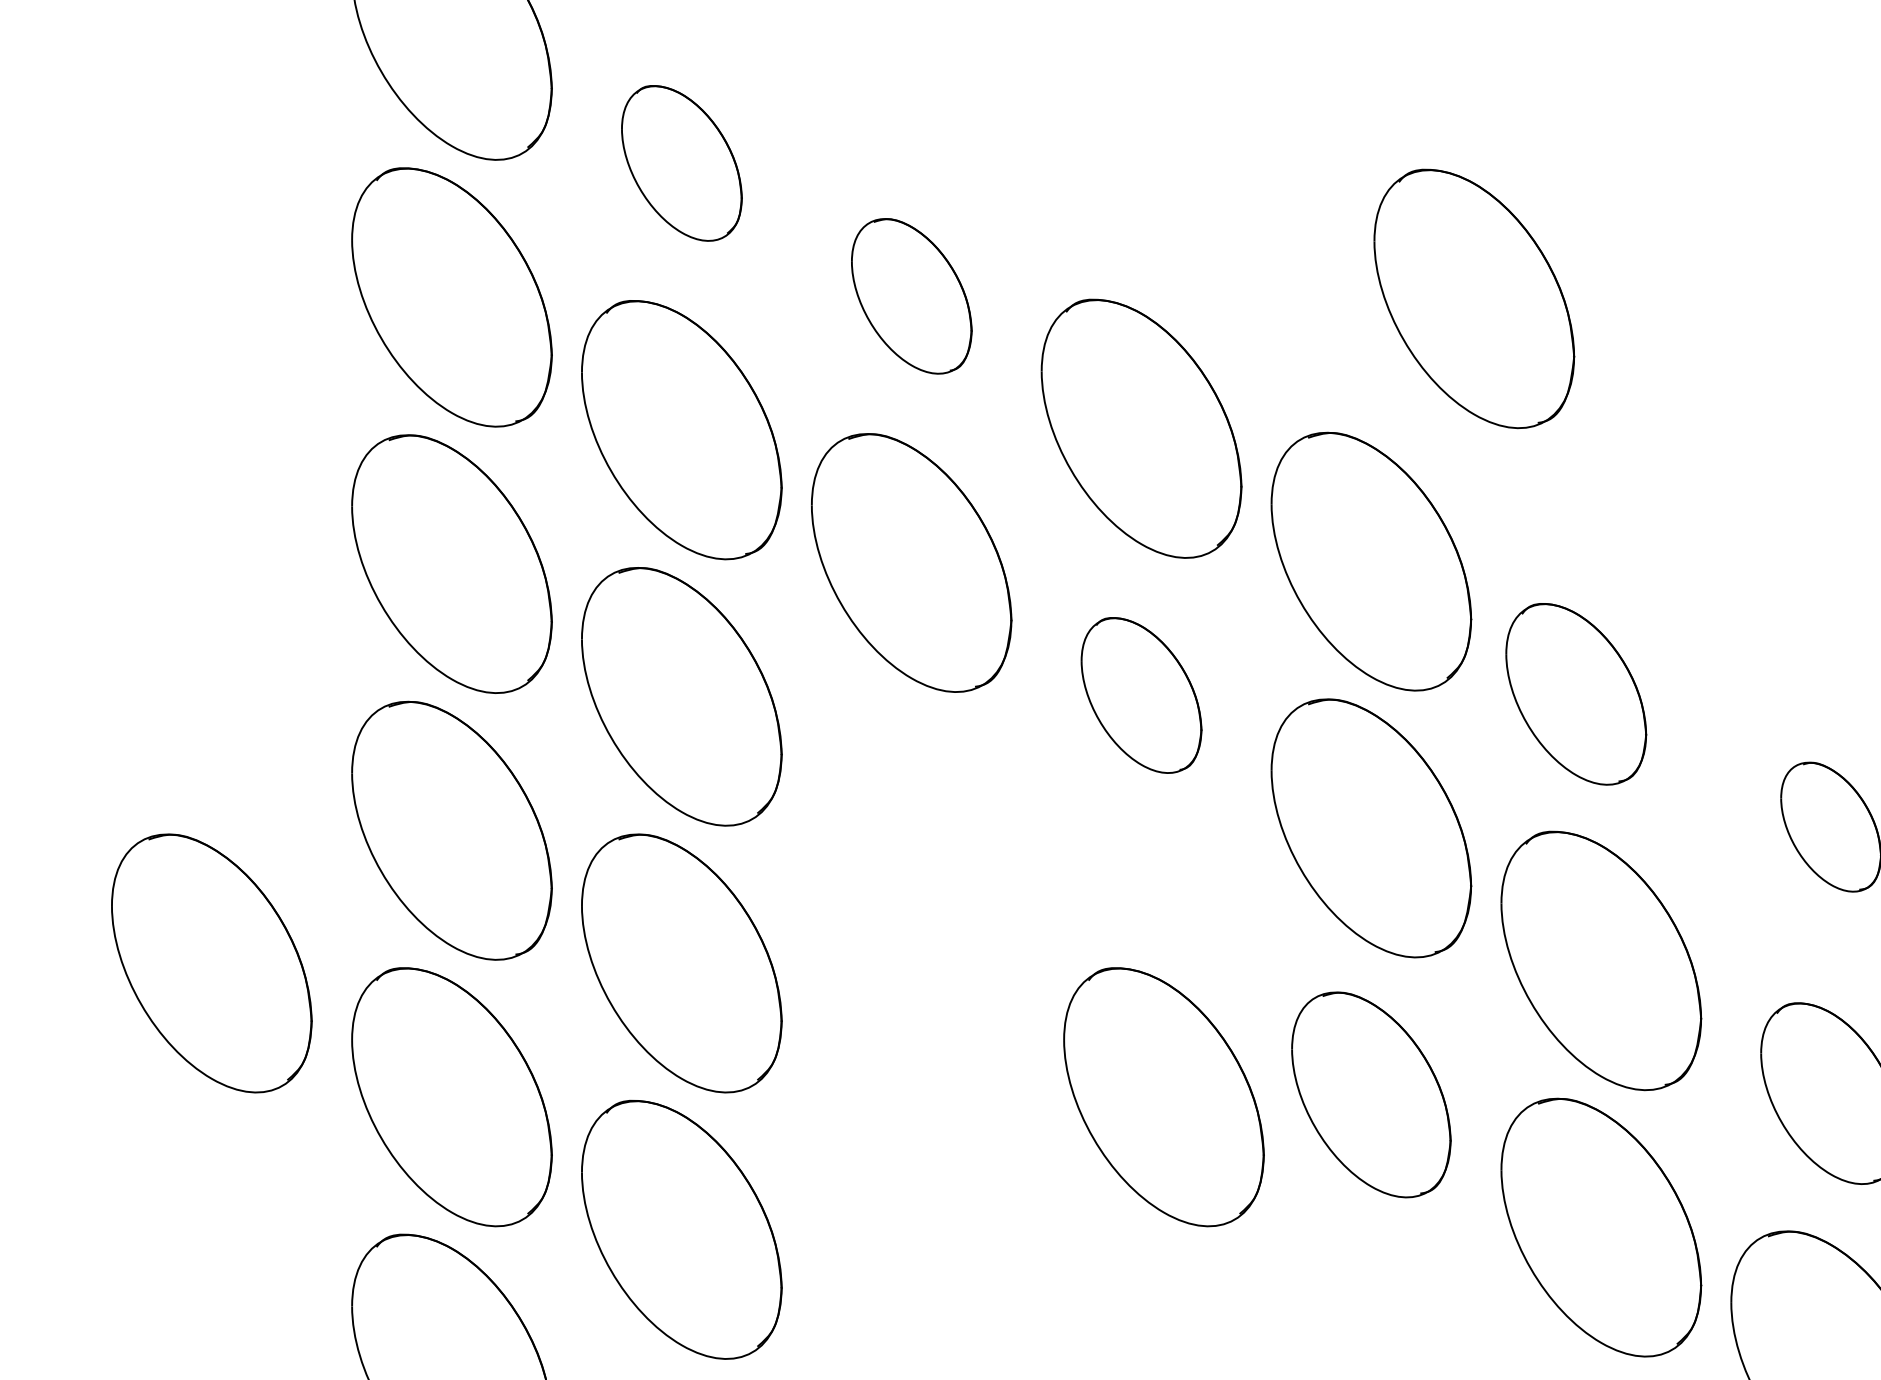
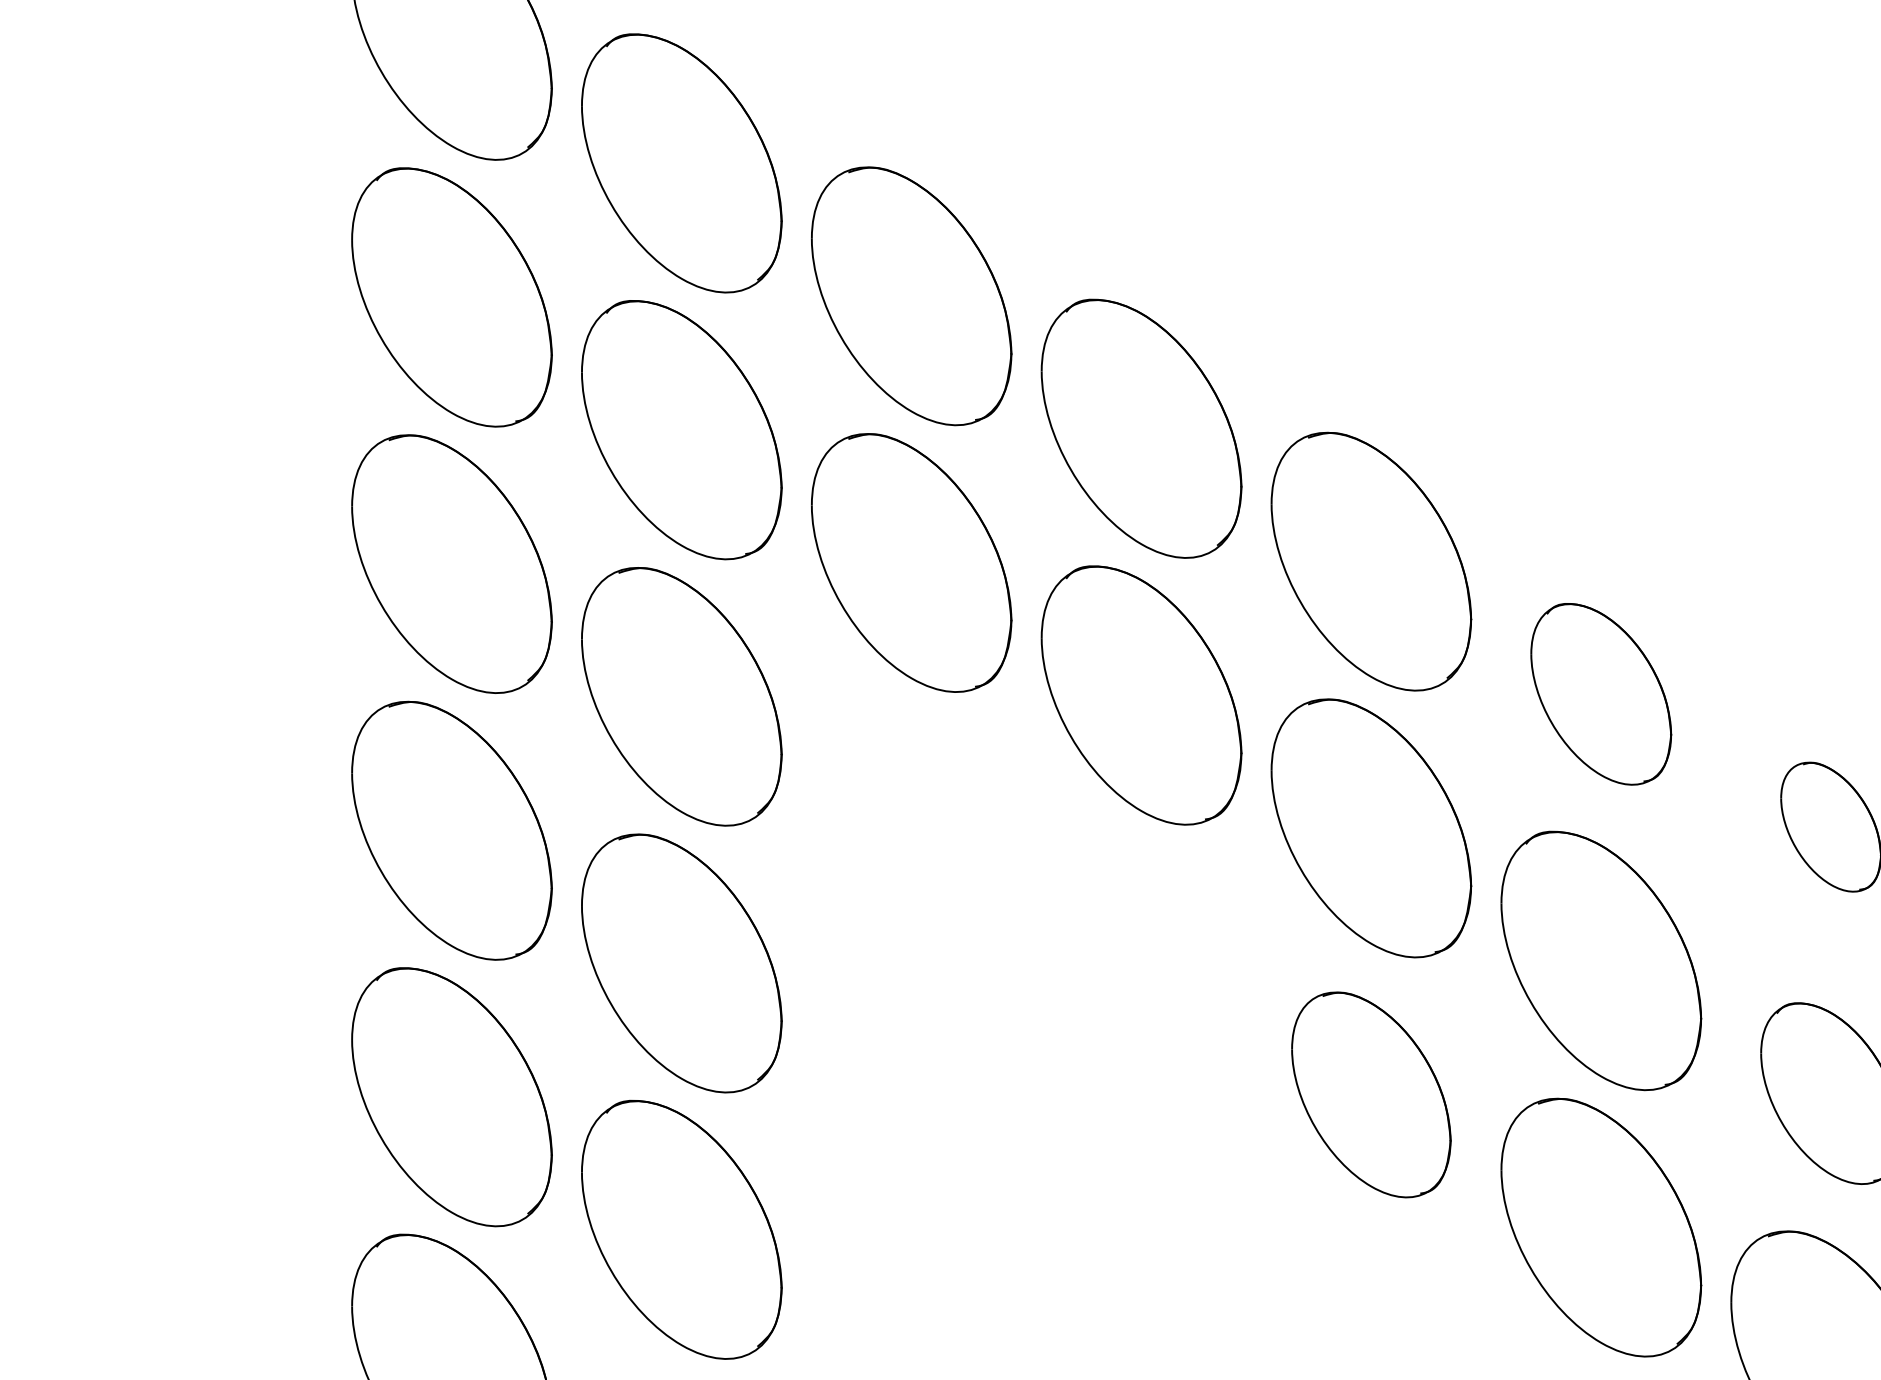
part at (681, 163) size: 122x157 px -> 202x261 px
part at (911, 296) size: 122x157 px -> 202x261 px
part at (1474, 298): present -> none
part at (1576, 694) position: (1576, 694) -> (1601, 694)
part at (1141, 695) size: 123x157 px -> 203x261 px
part at (211, 963): present -> none
part at (1163, 1097): present -> none
